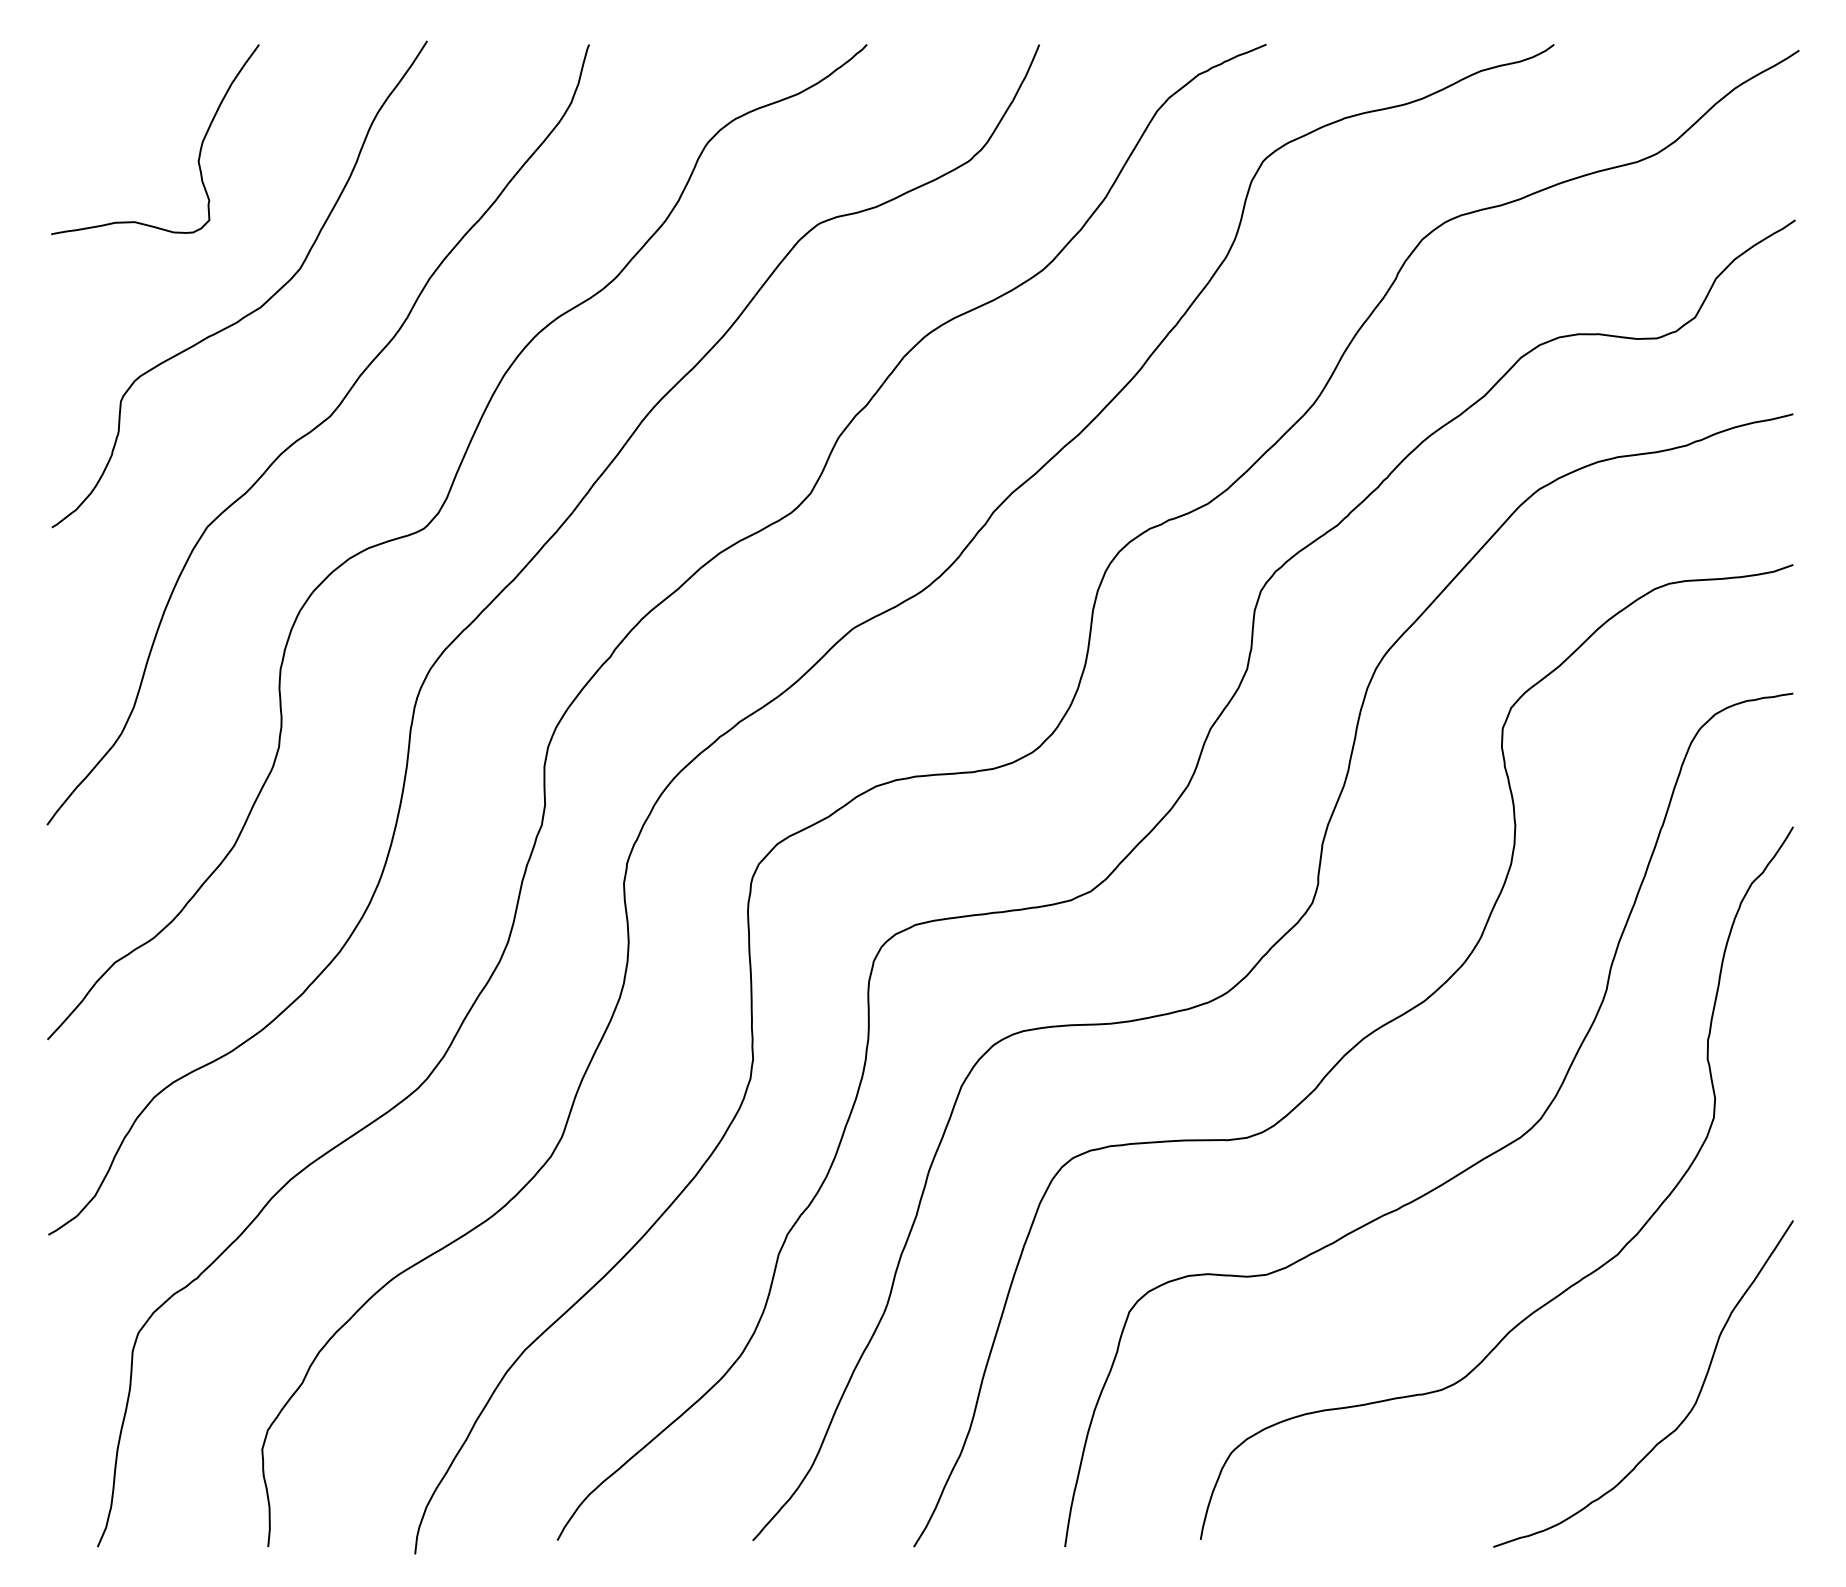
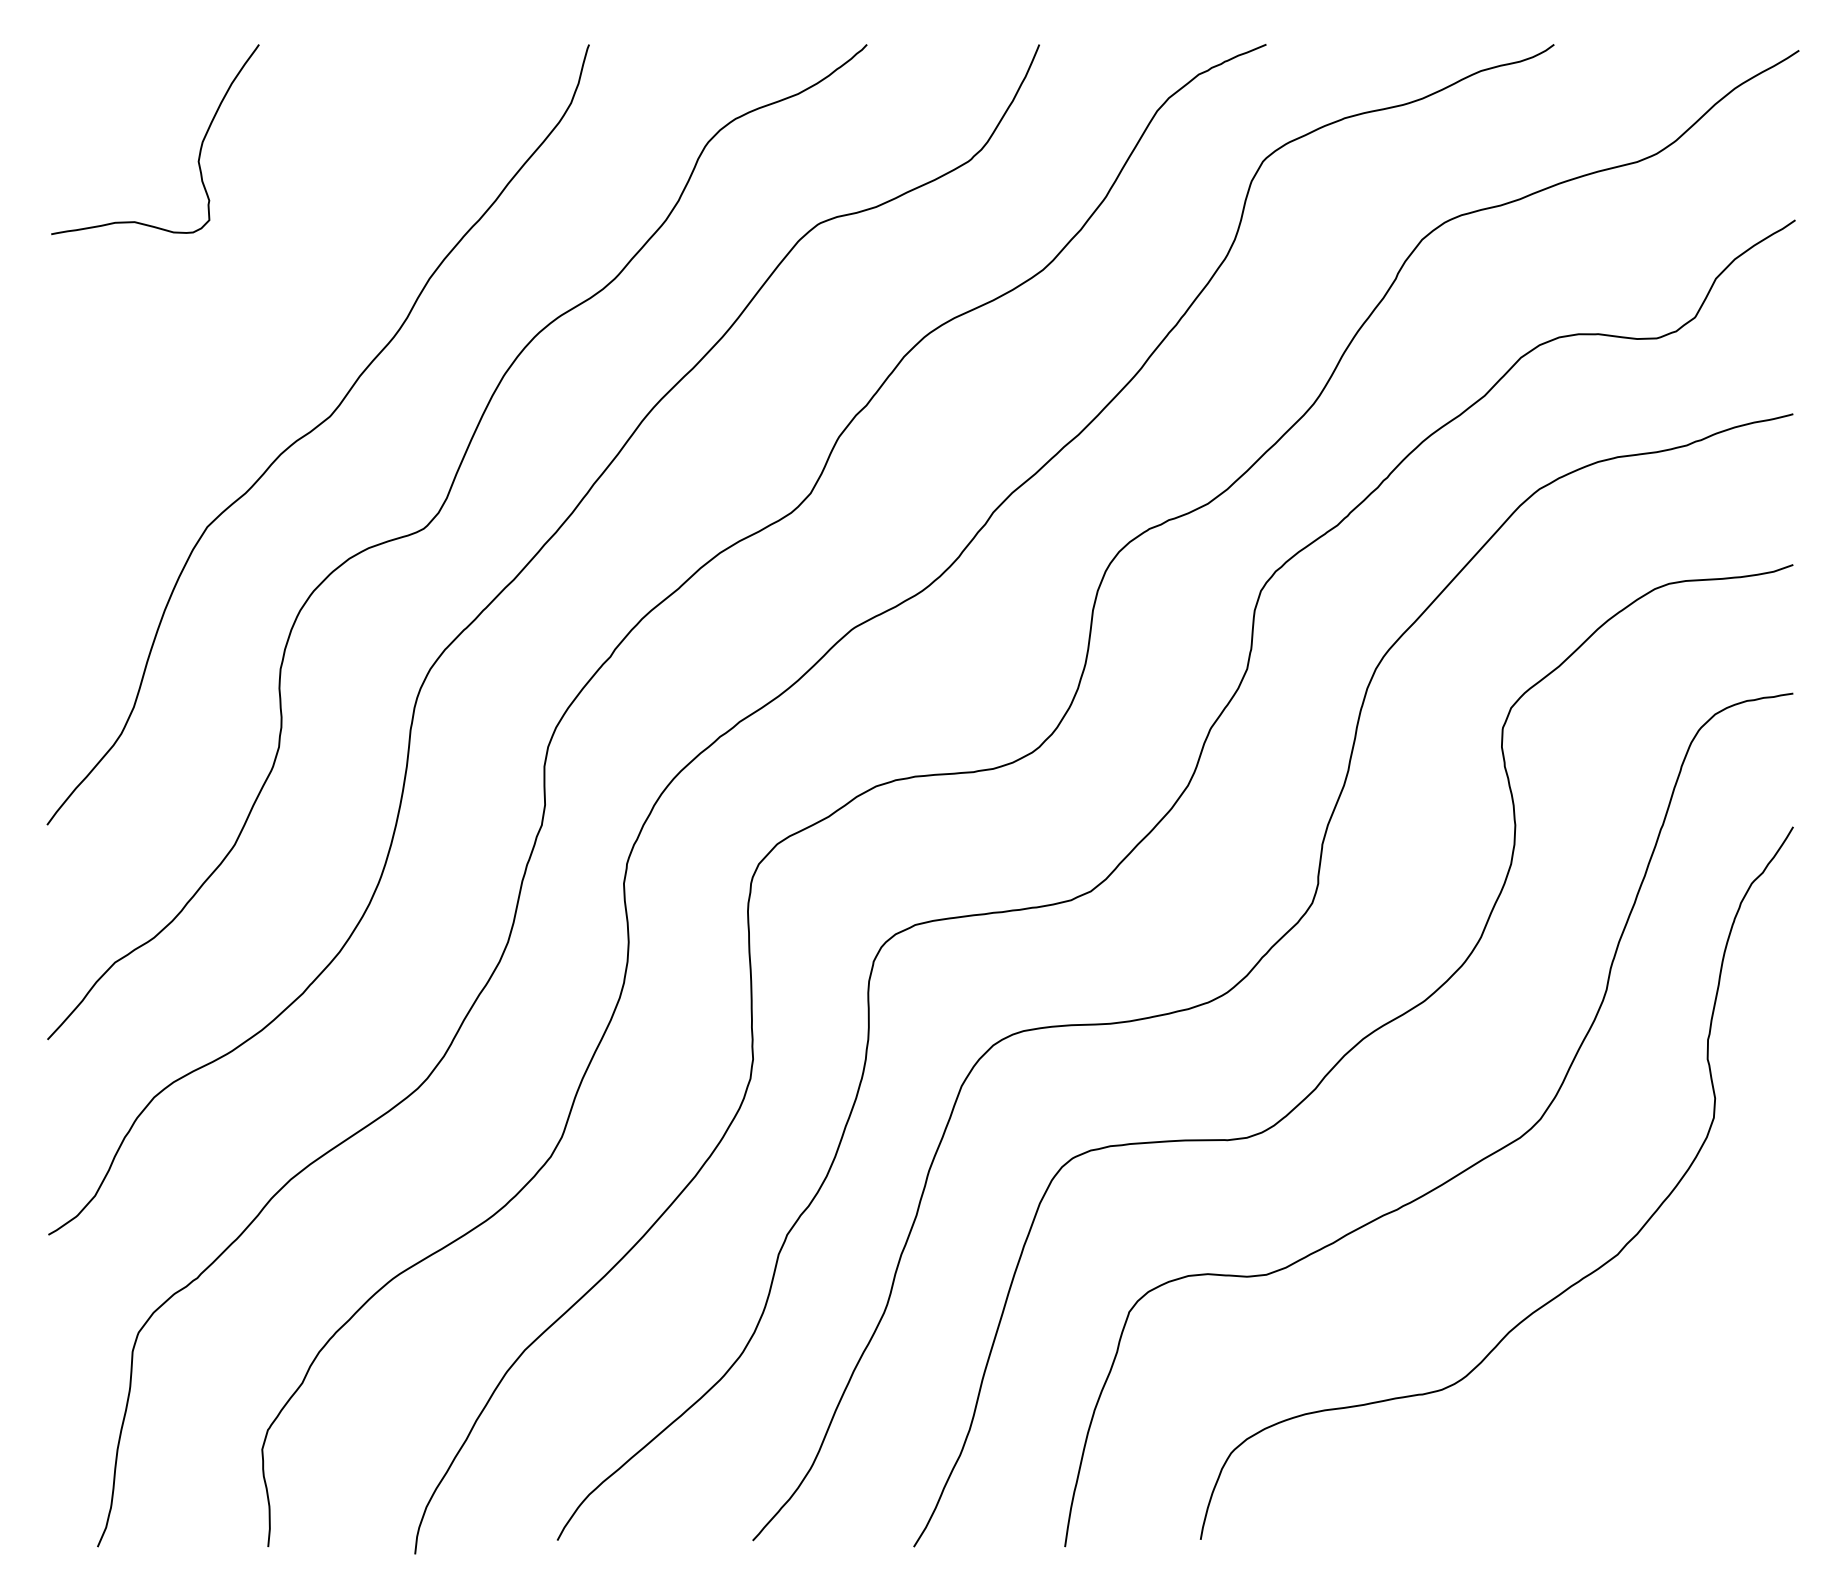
curve at (256, 308): present -> none
curve at (1685, 1416): present -> none
